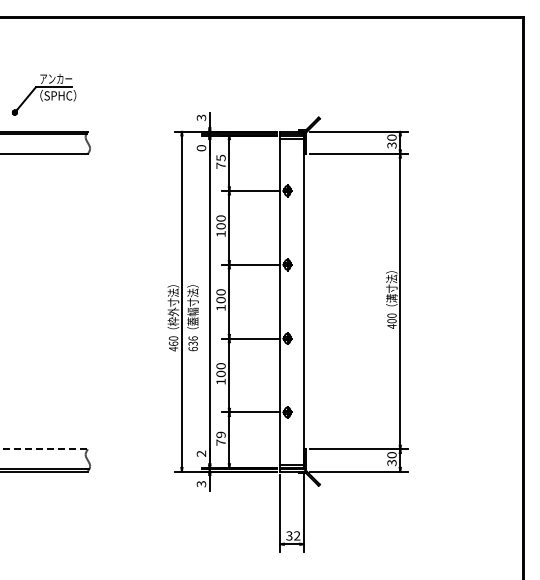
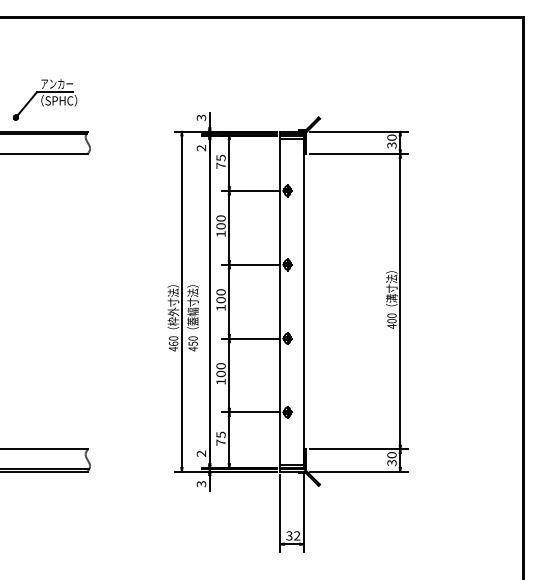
part at (43, 94) position: (43, 94) -> (44, 99)
text at (201, 148): 0 -> 2
text at (192, 343): 636 -> 450
text at (220, 434): 79 -> 75
line at (44, 449): dashed -> solid
